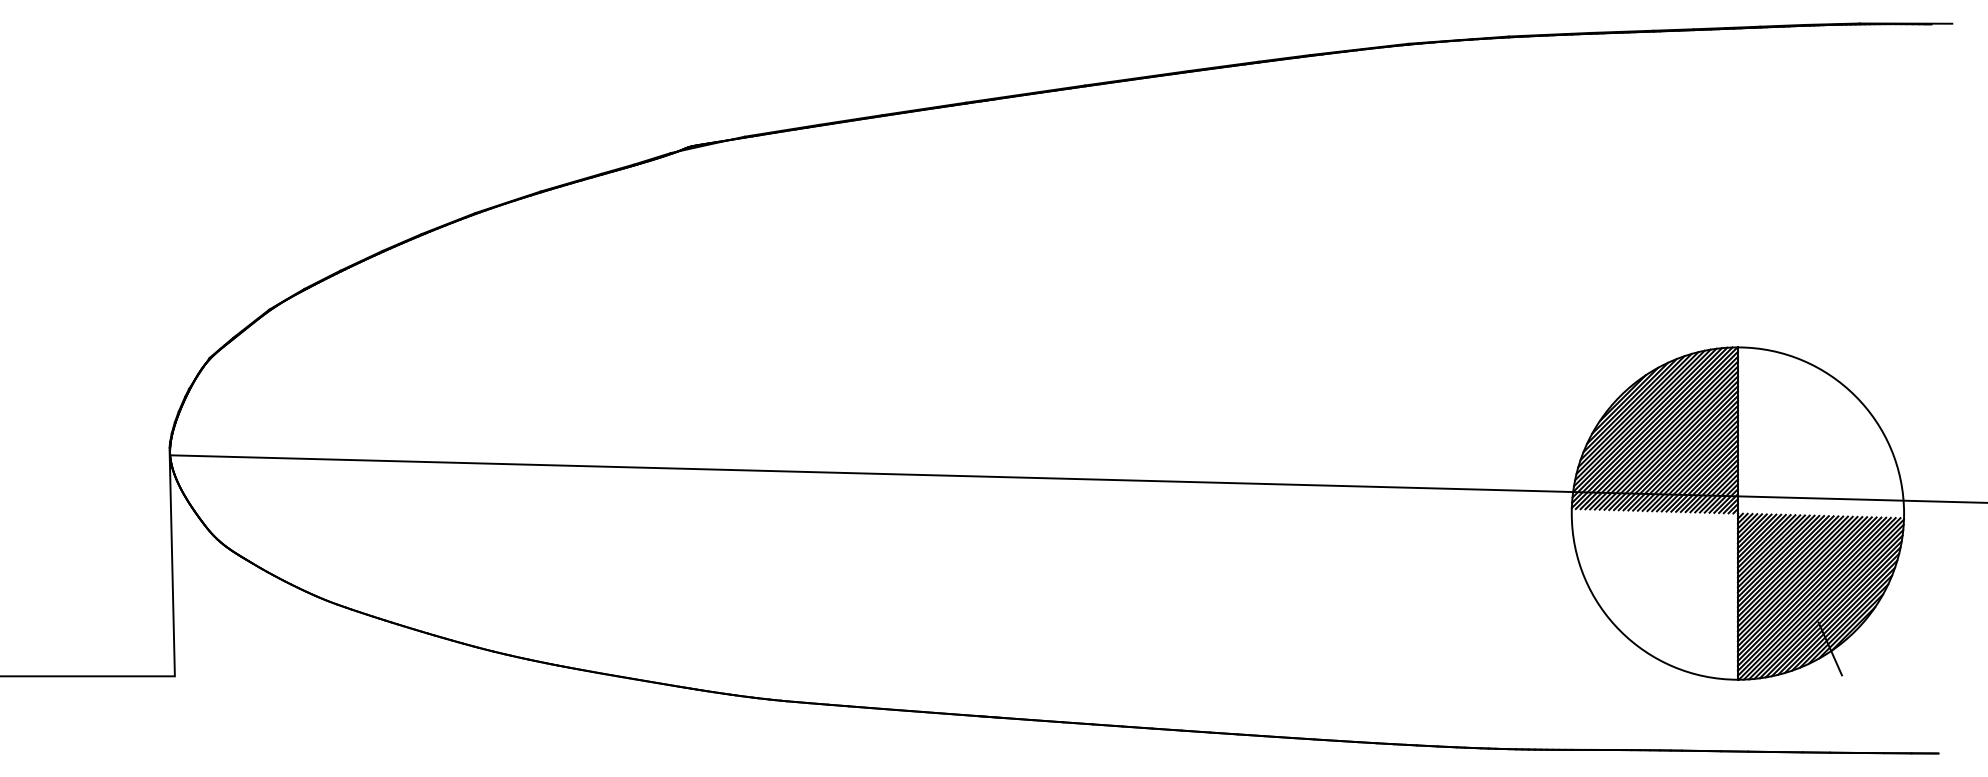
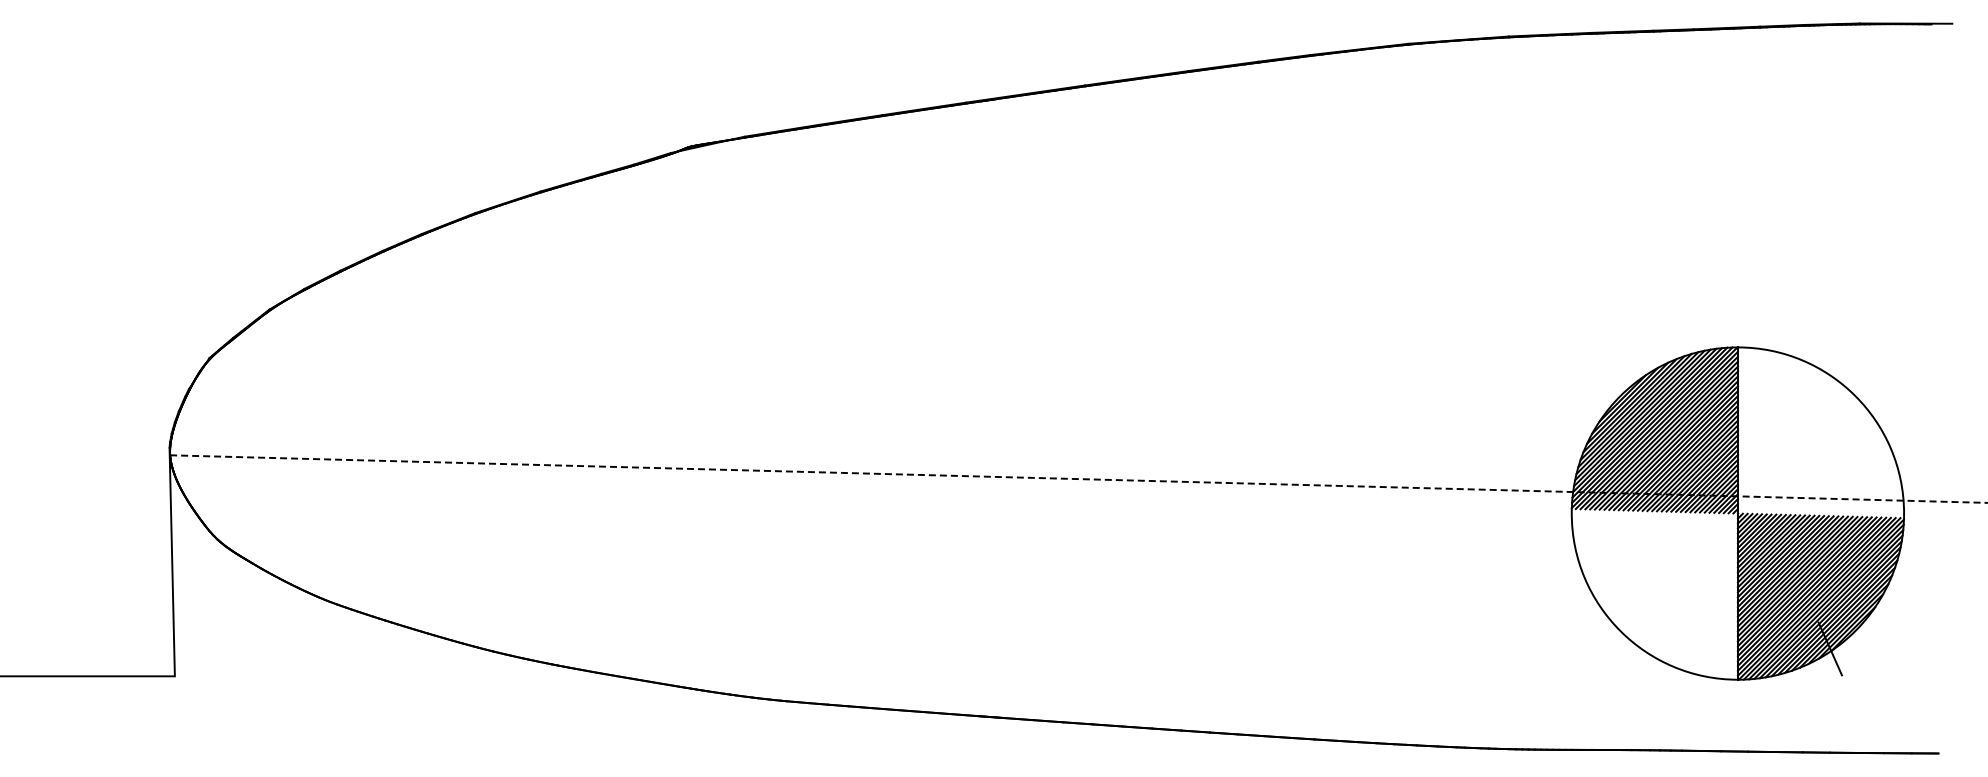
line at (1079, 479): solid -> dashed
